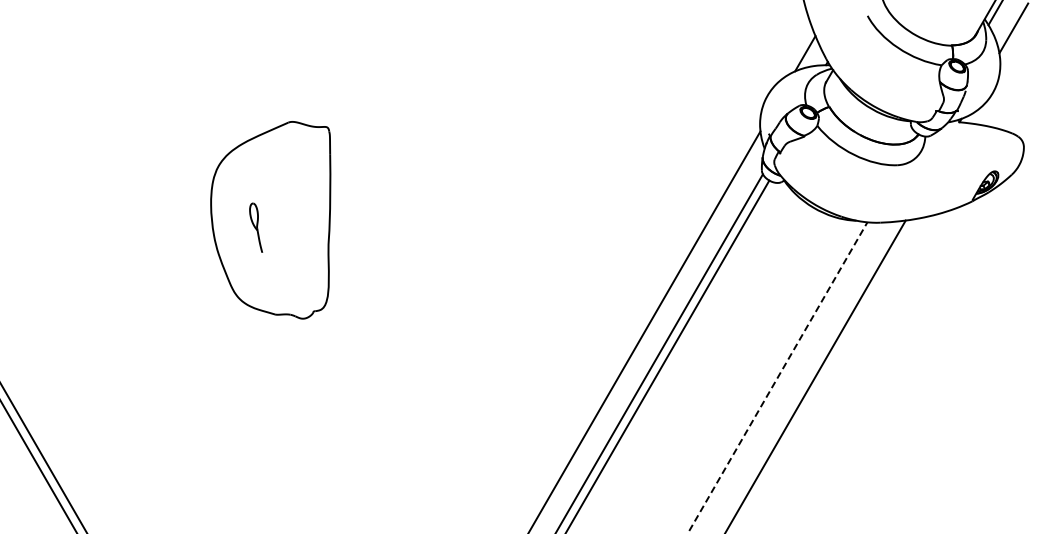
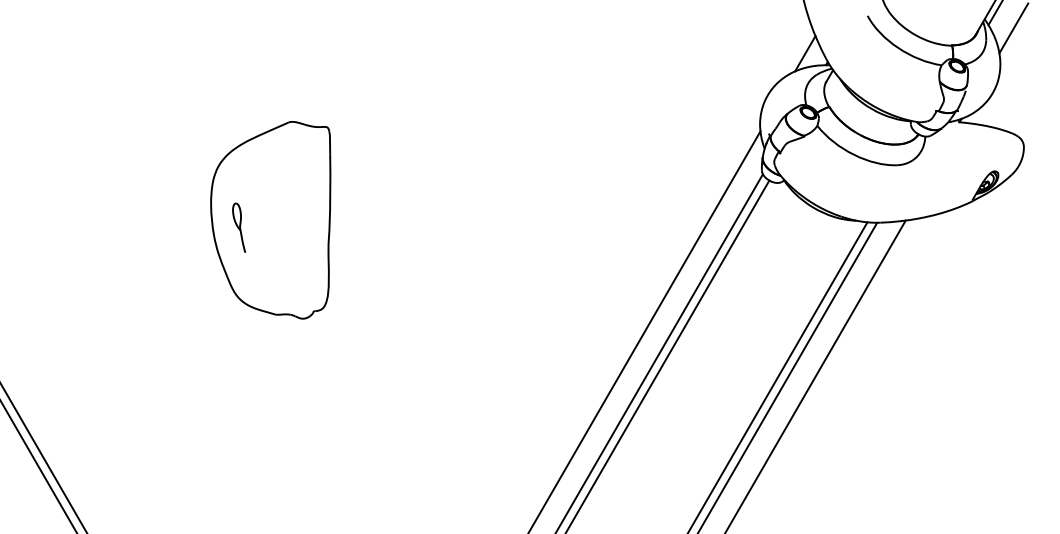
part at (256, 227) position: (256, 227) -> (239, 227)
line at (788, 376): none -> present
line at (777, 378): dashed -> solid
